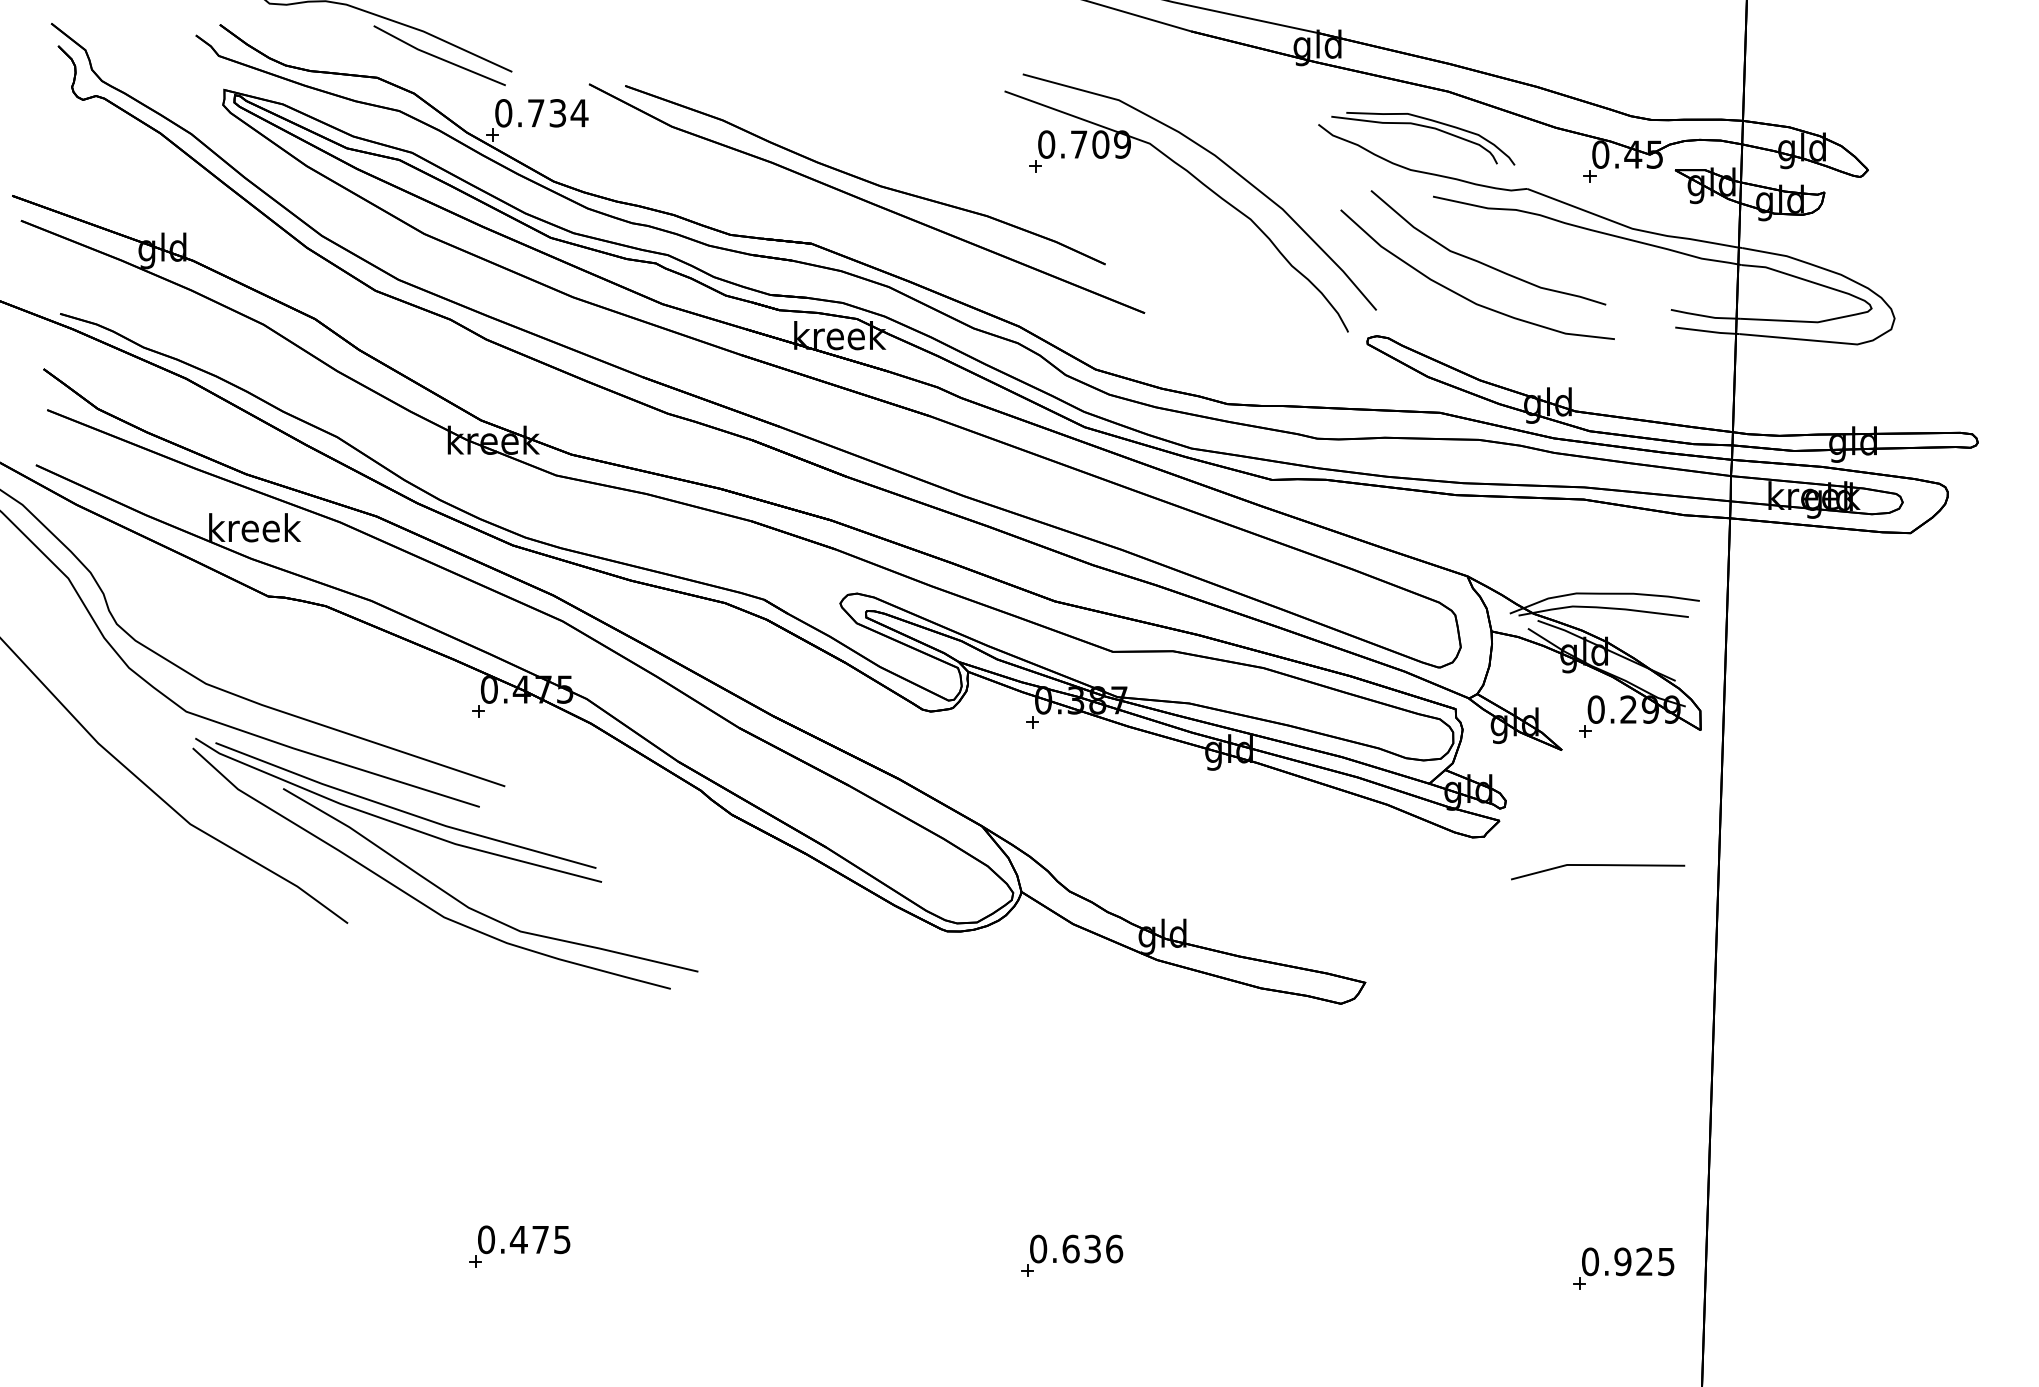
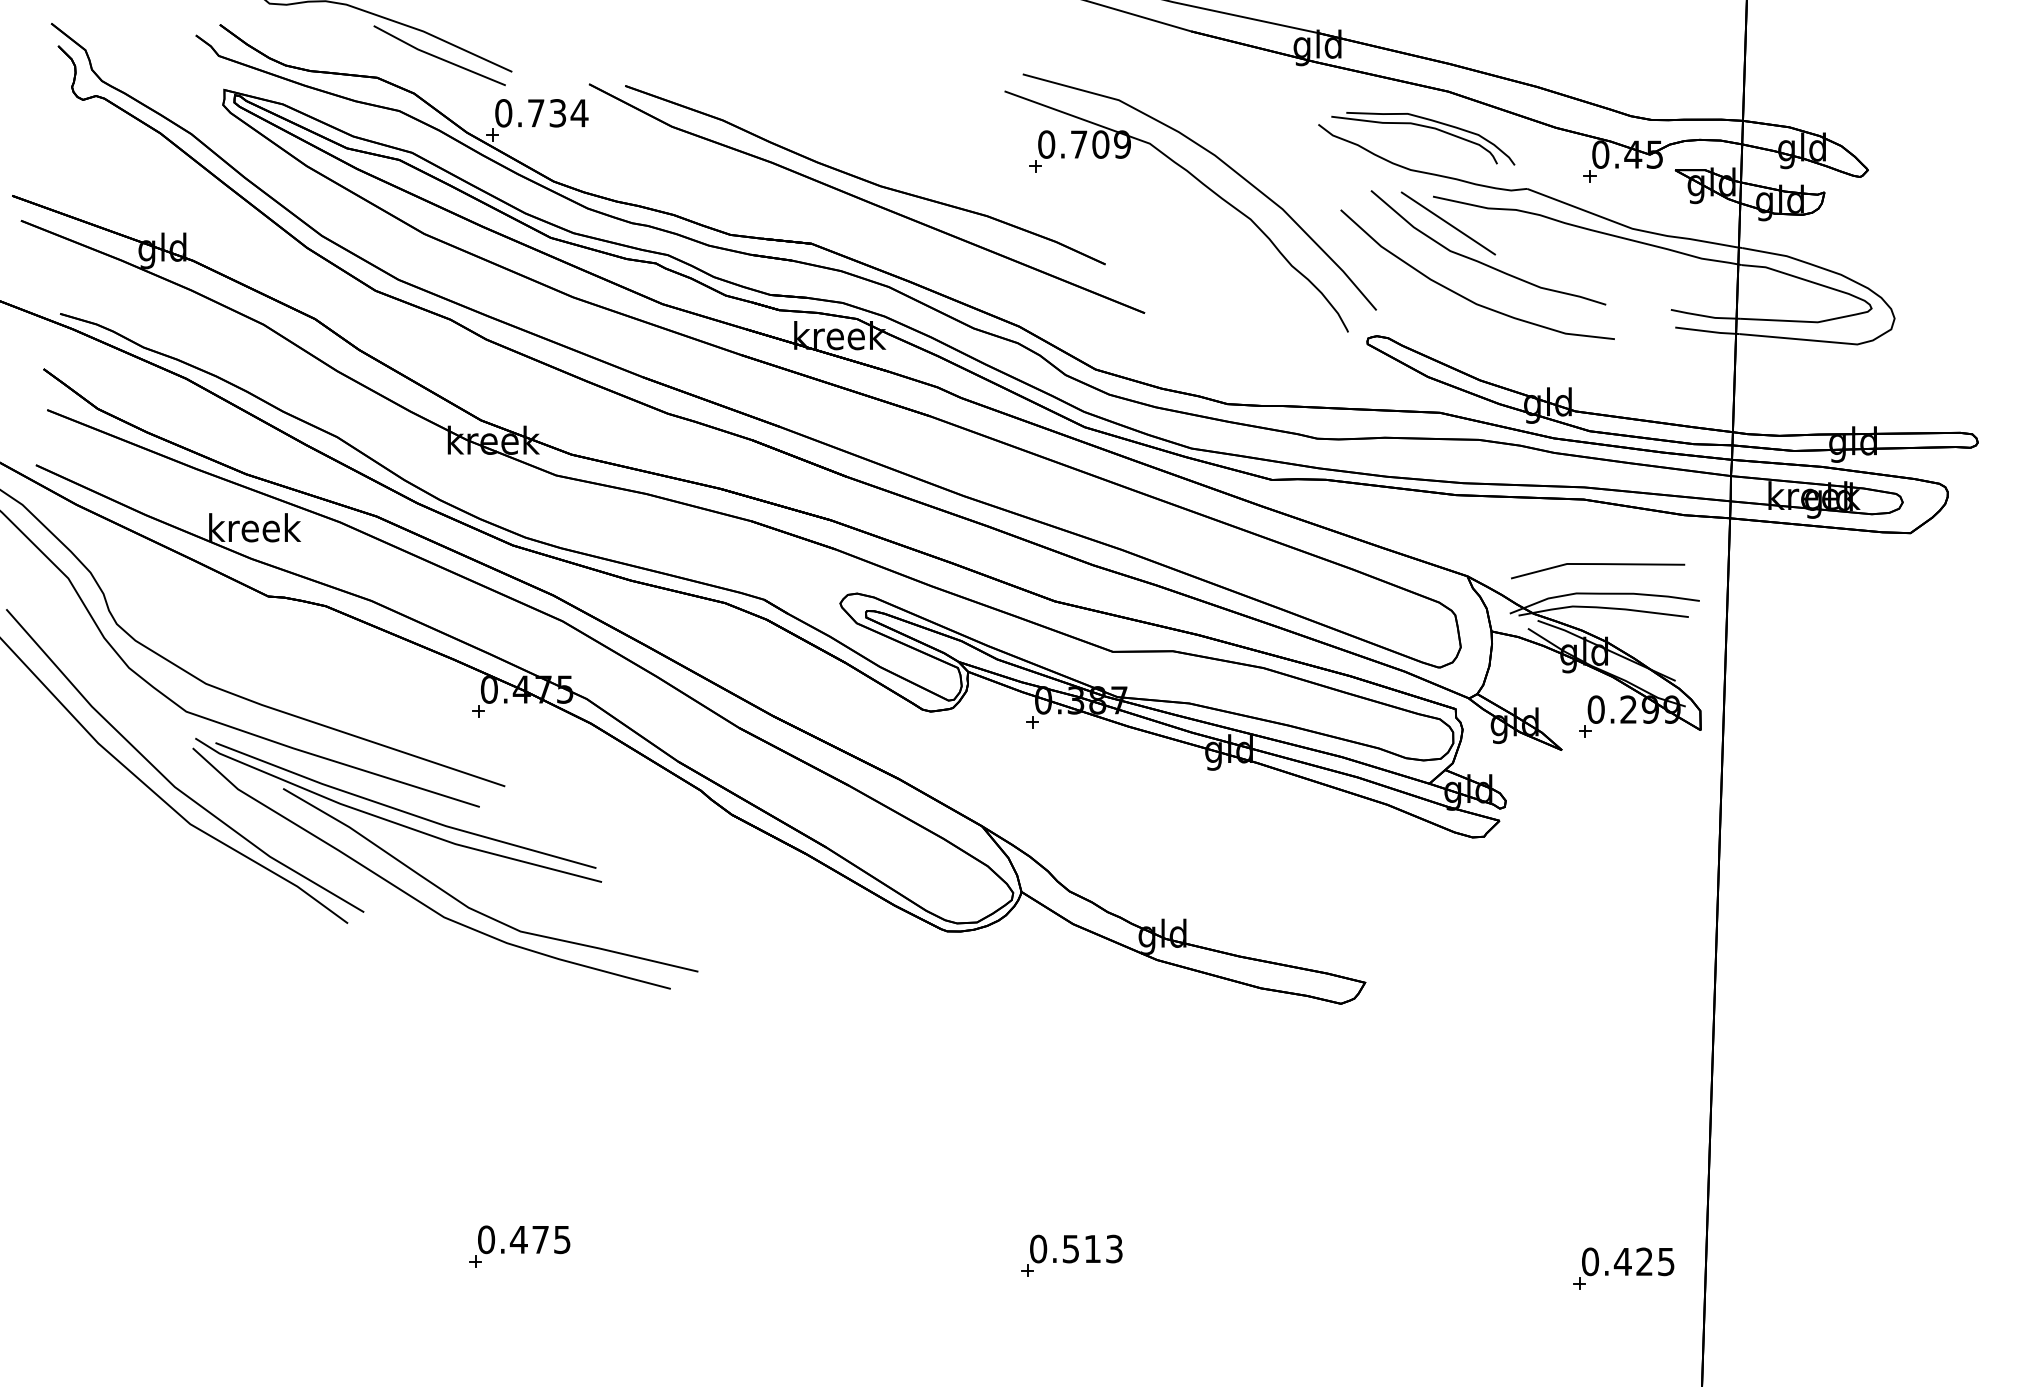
line at (1447, 223): none -> present
line at (167, 778): none -> present
line at (1598, 865) position: (1598, 865) -> (1598, 564)
text at (1092, 1248): 0.636 -> 0.513
text at (1622, 1261): 0.925 -> 0.425
